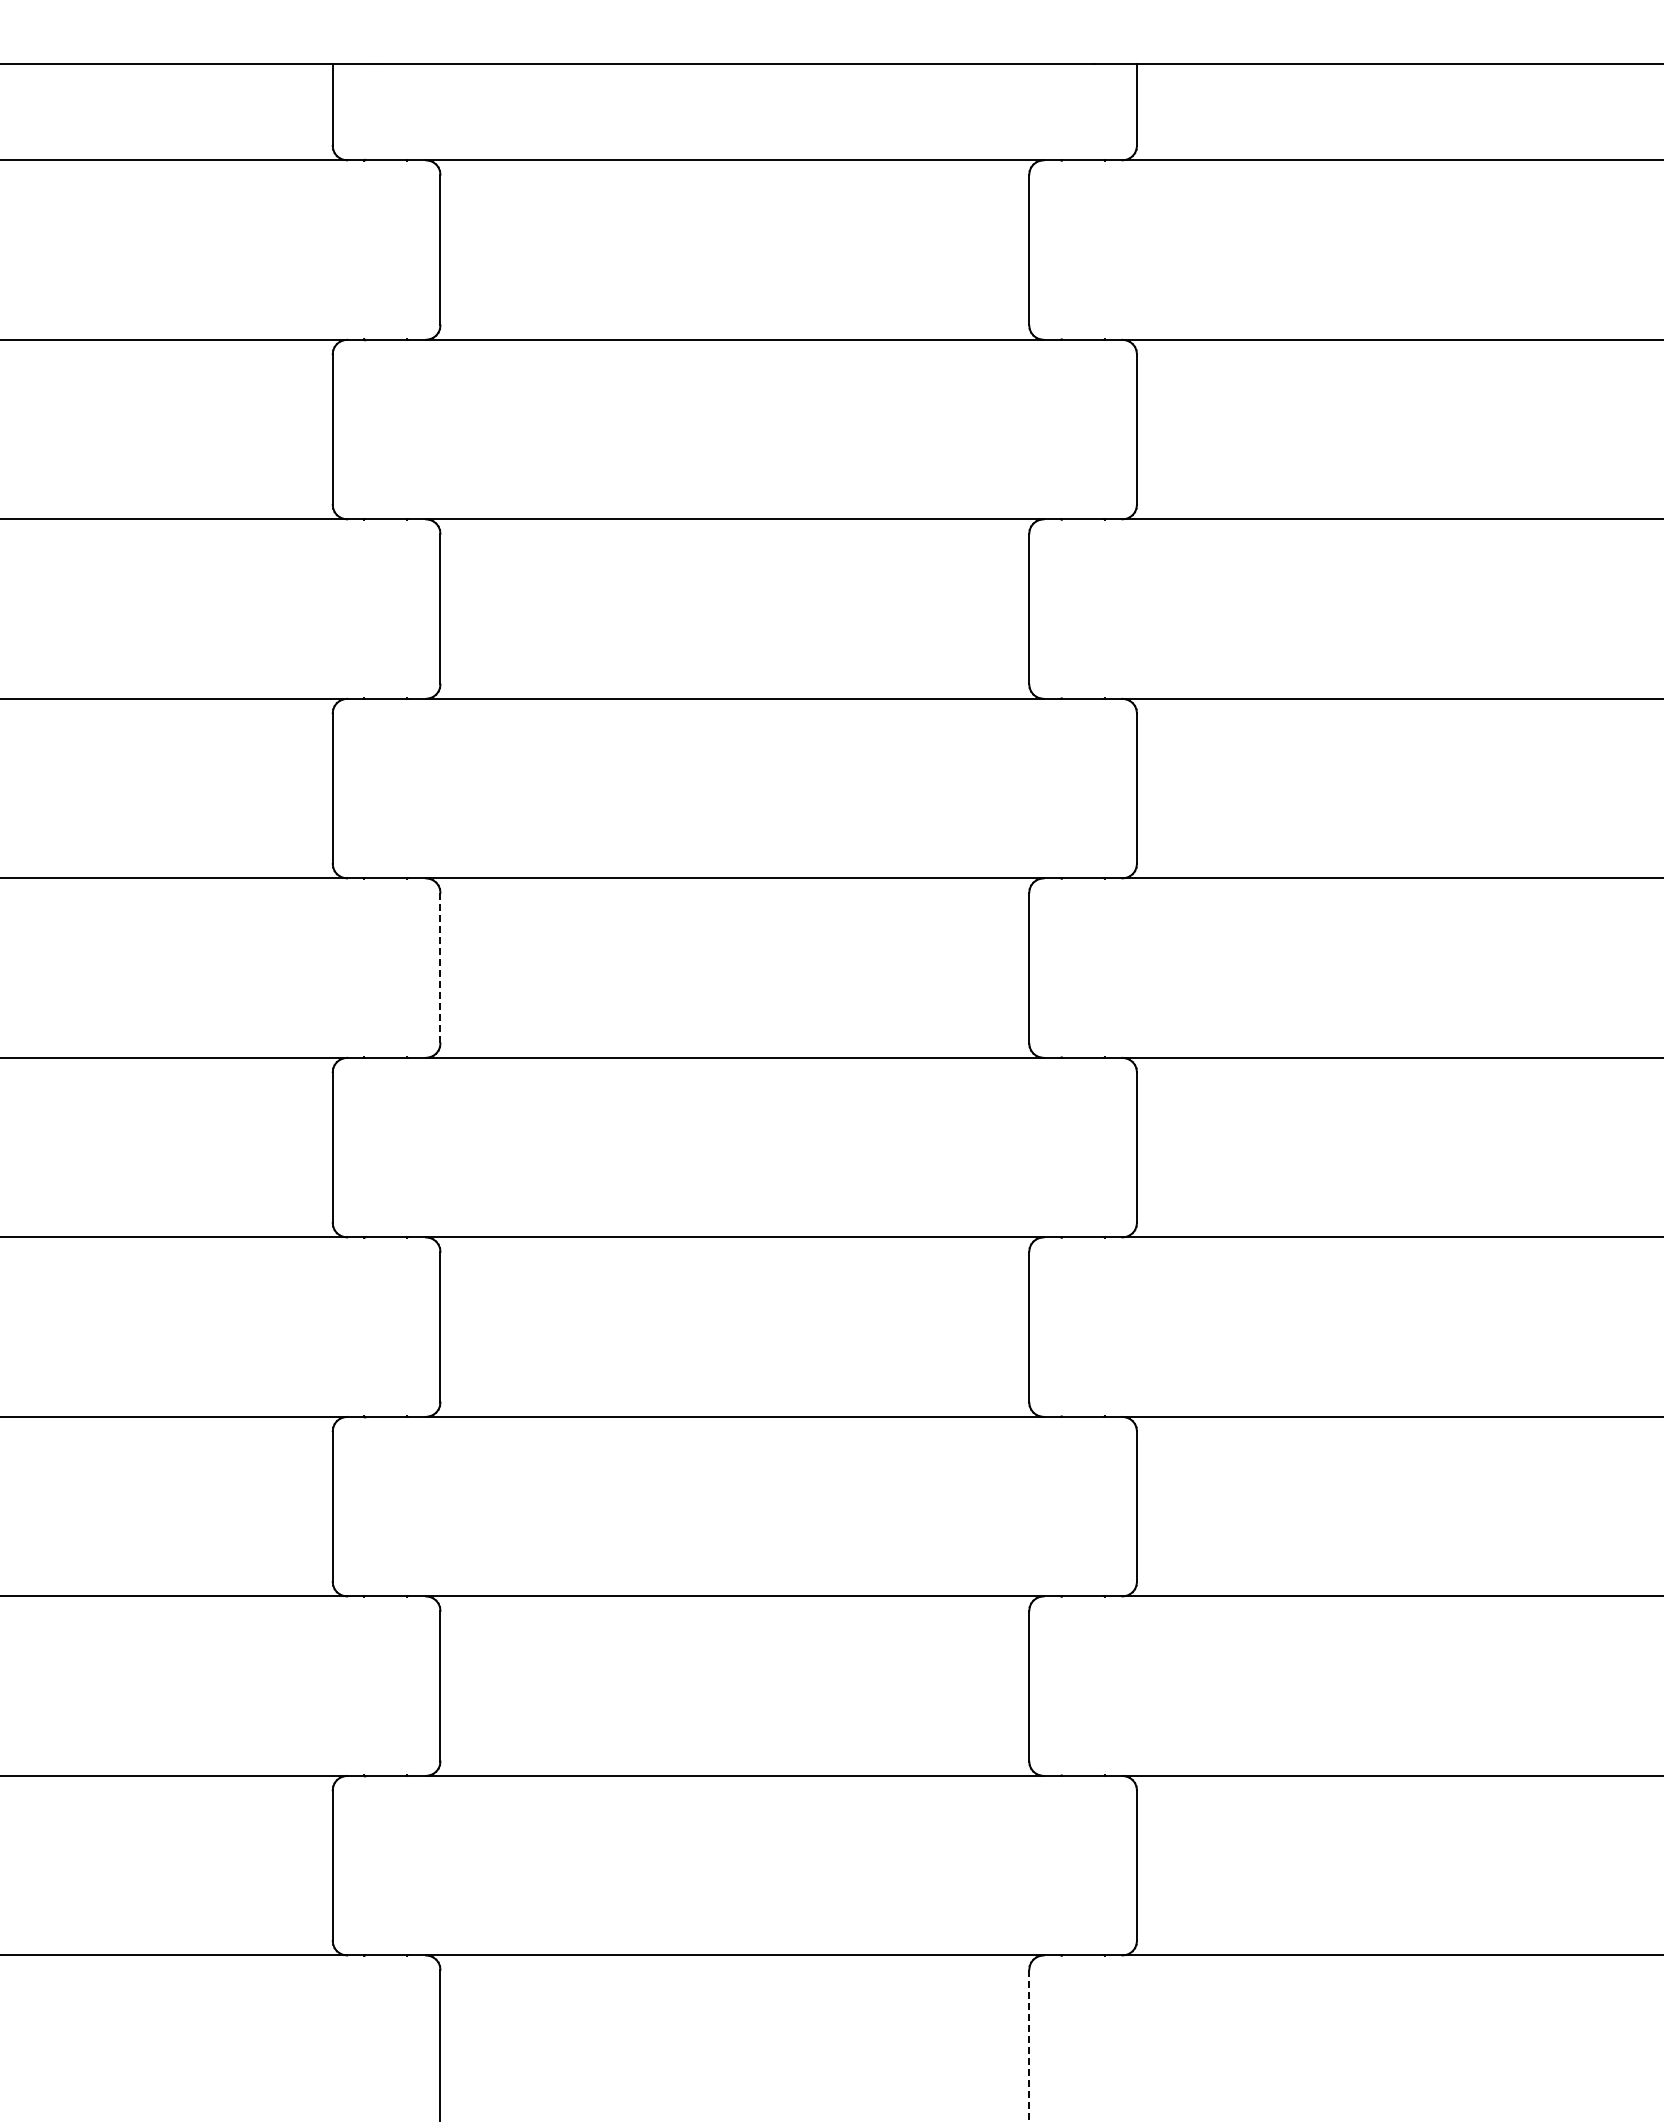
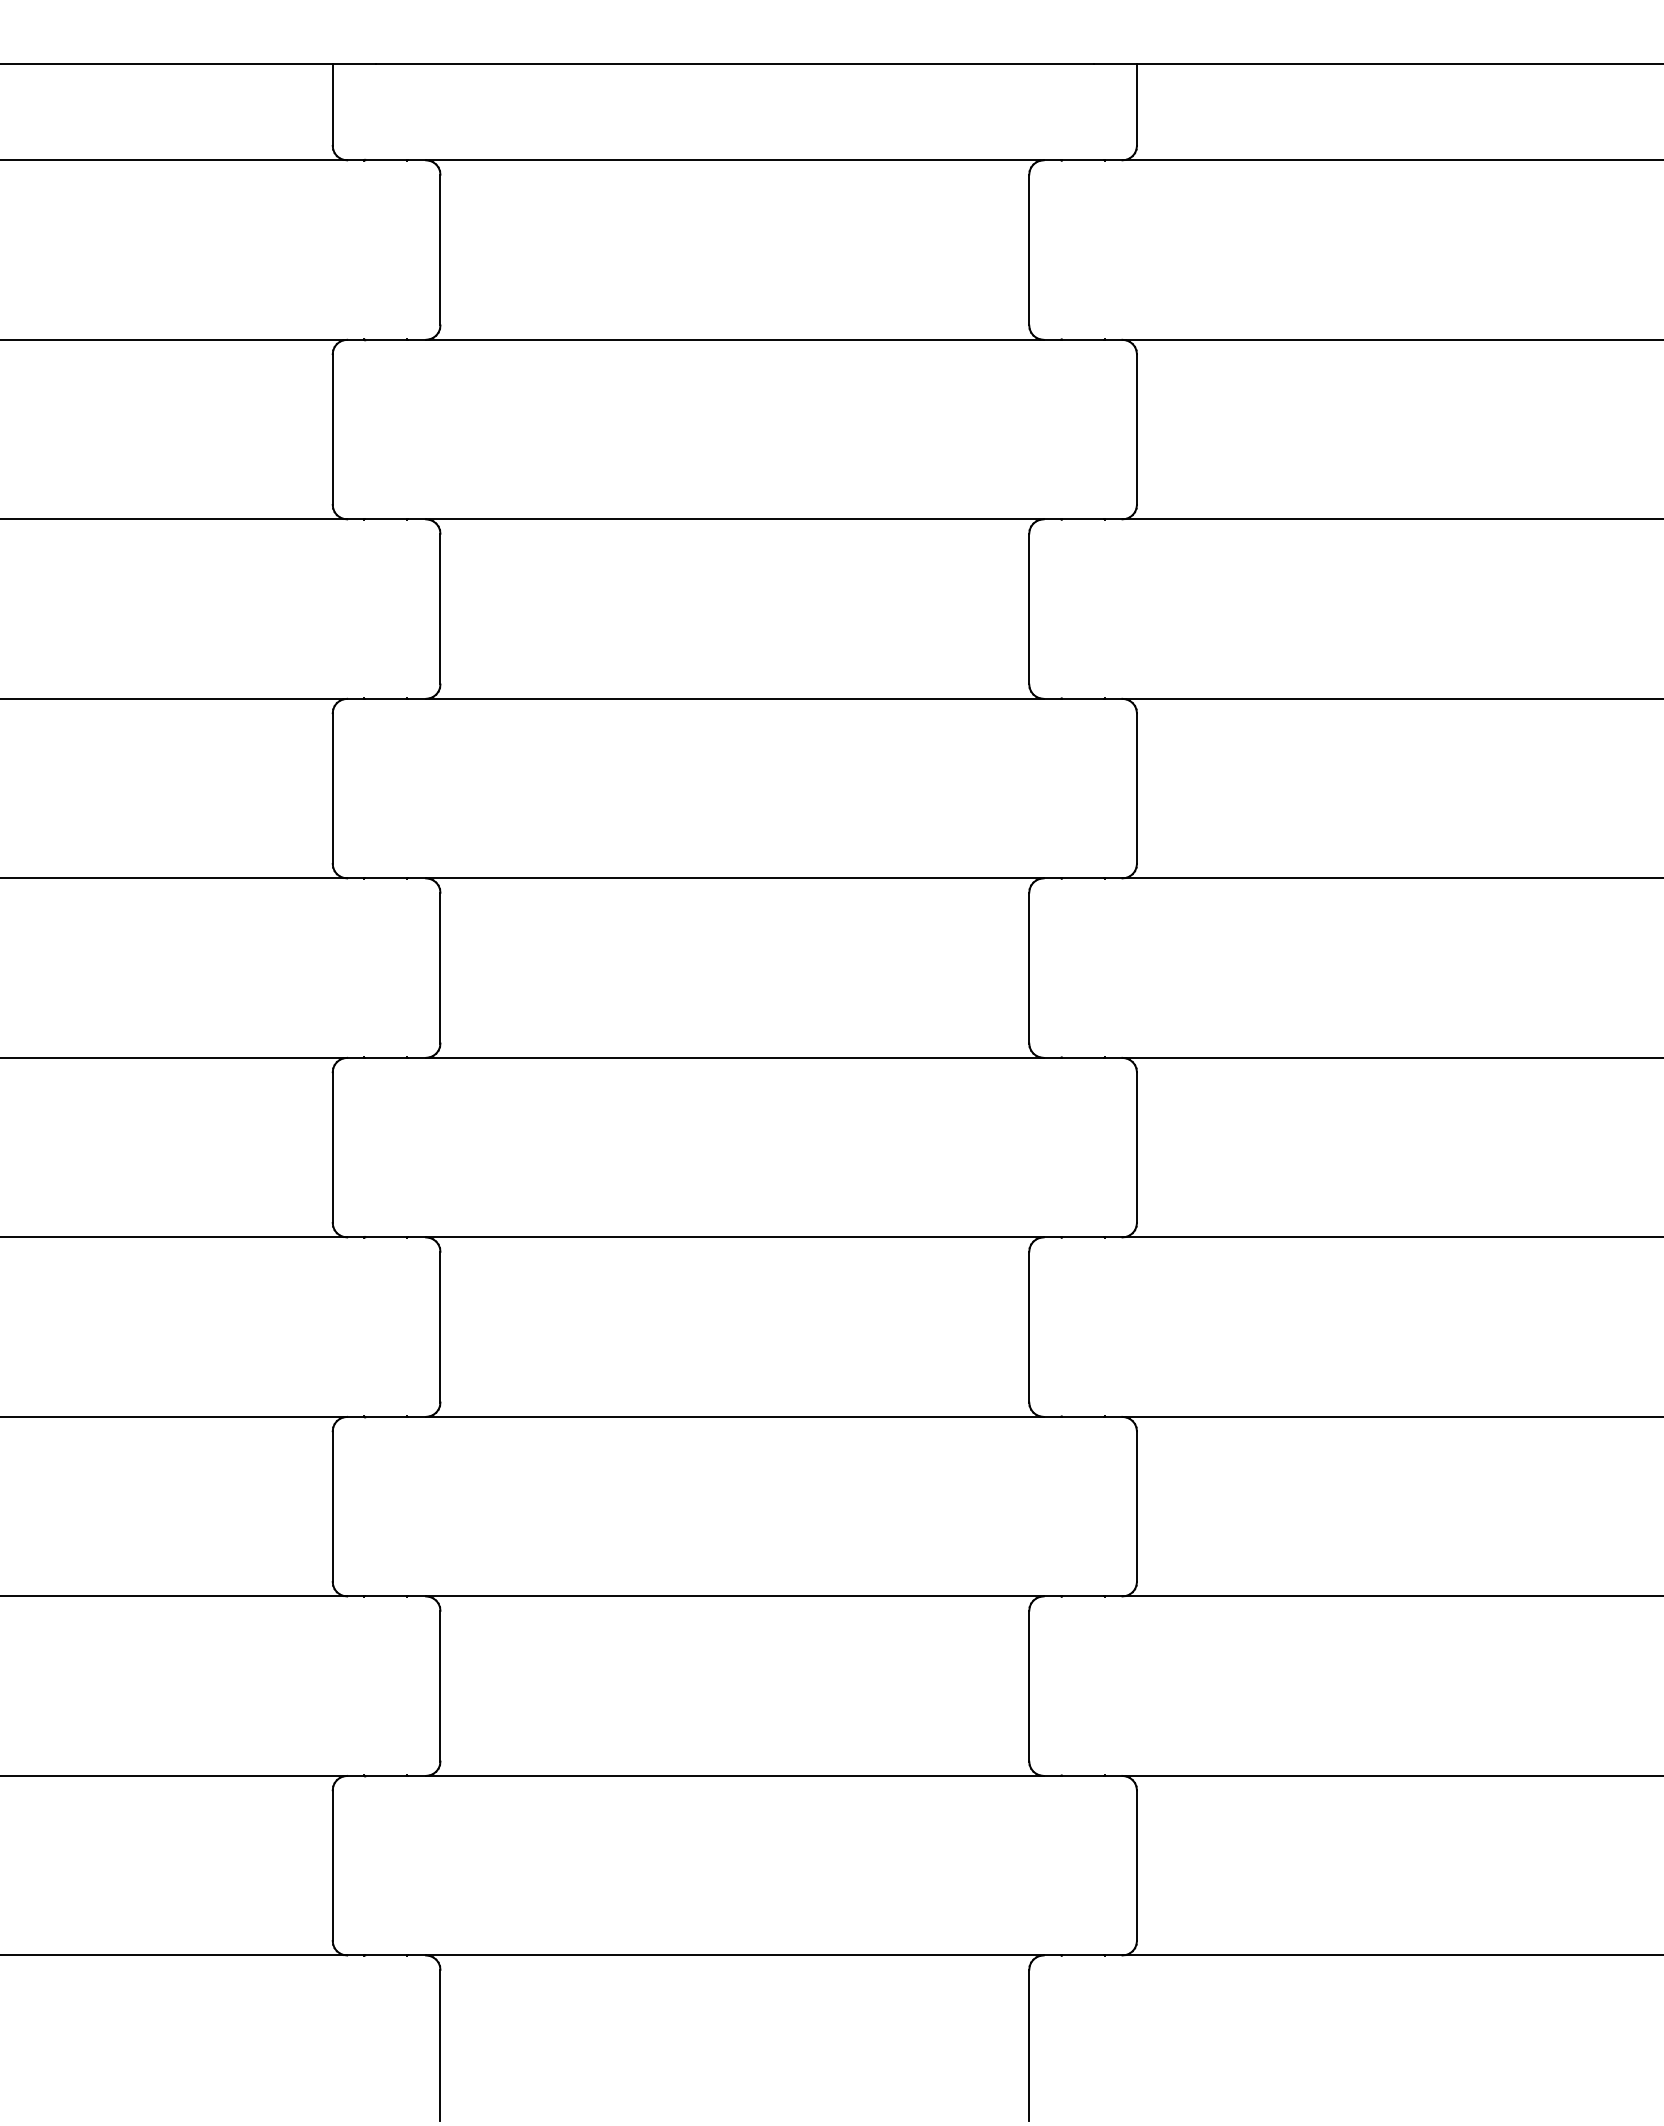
line at (440, 968): dashed -> solid
line at (1029, 2045): dashed -> solid
